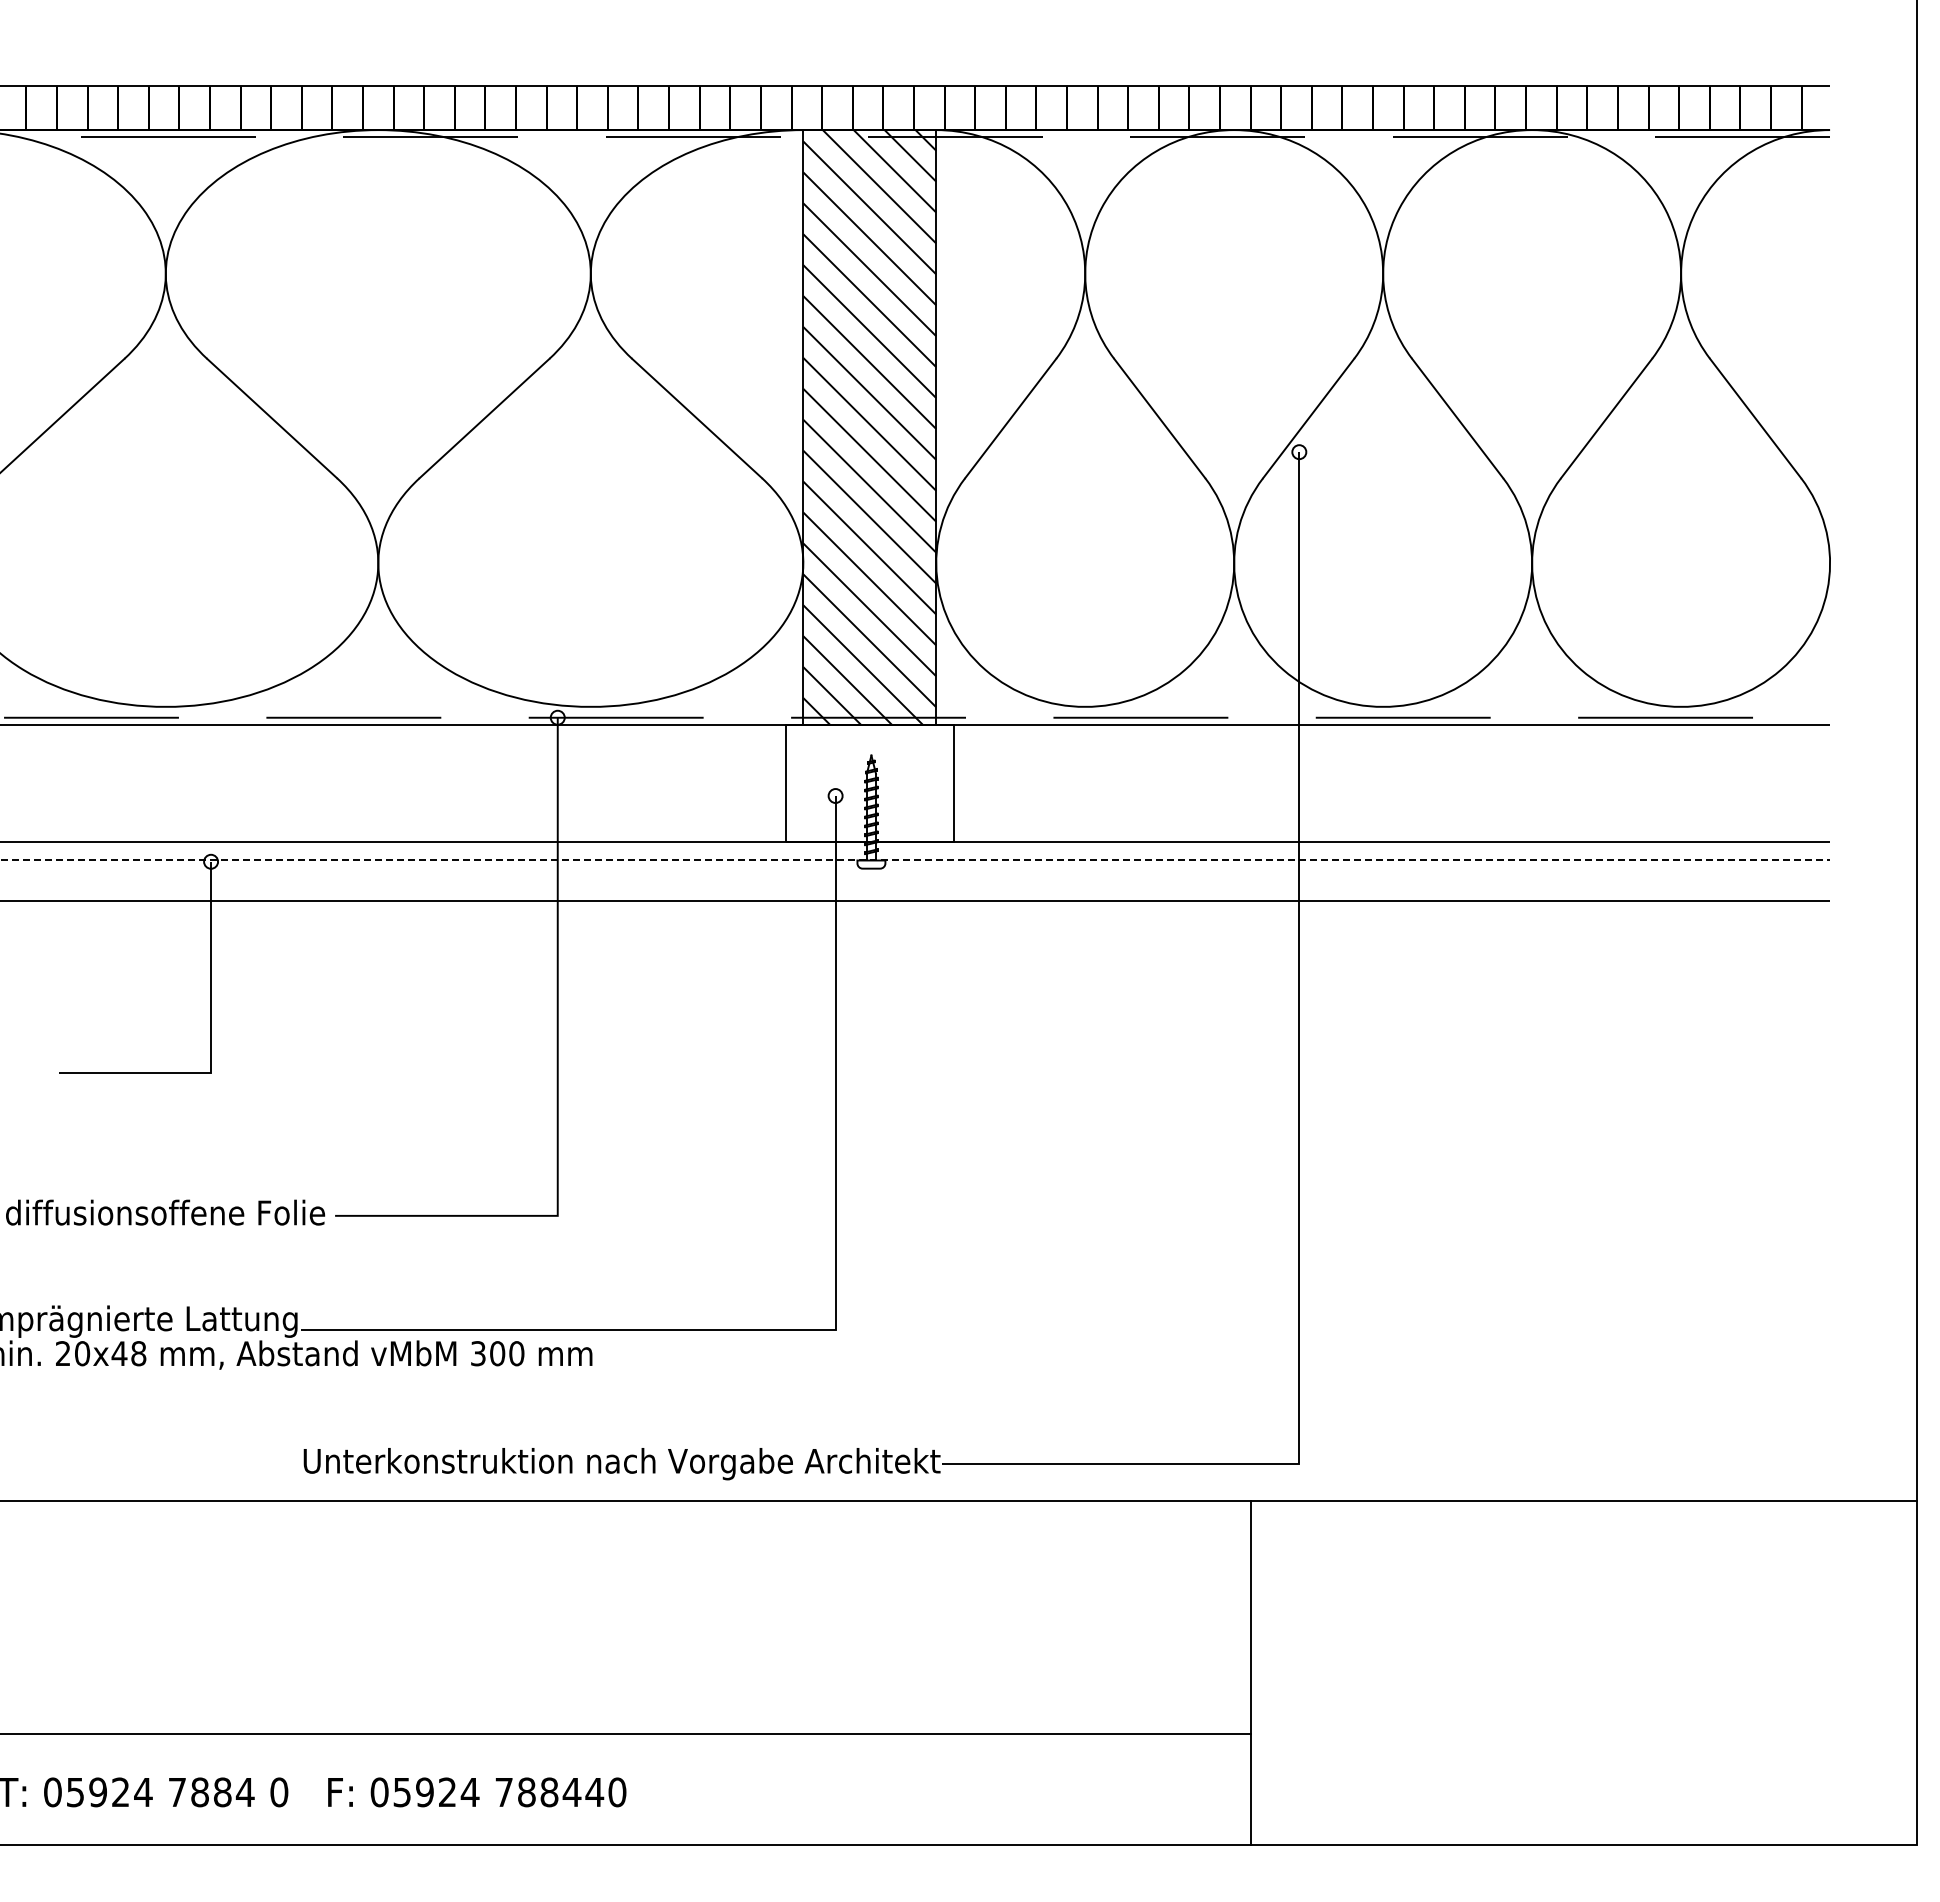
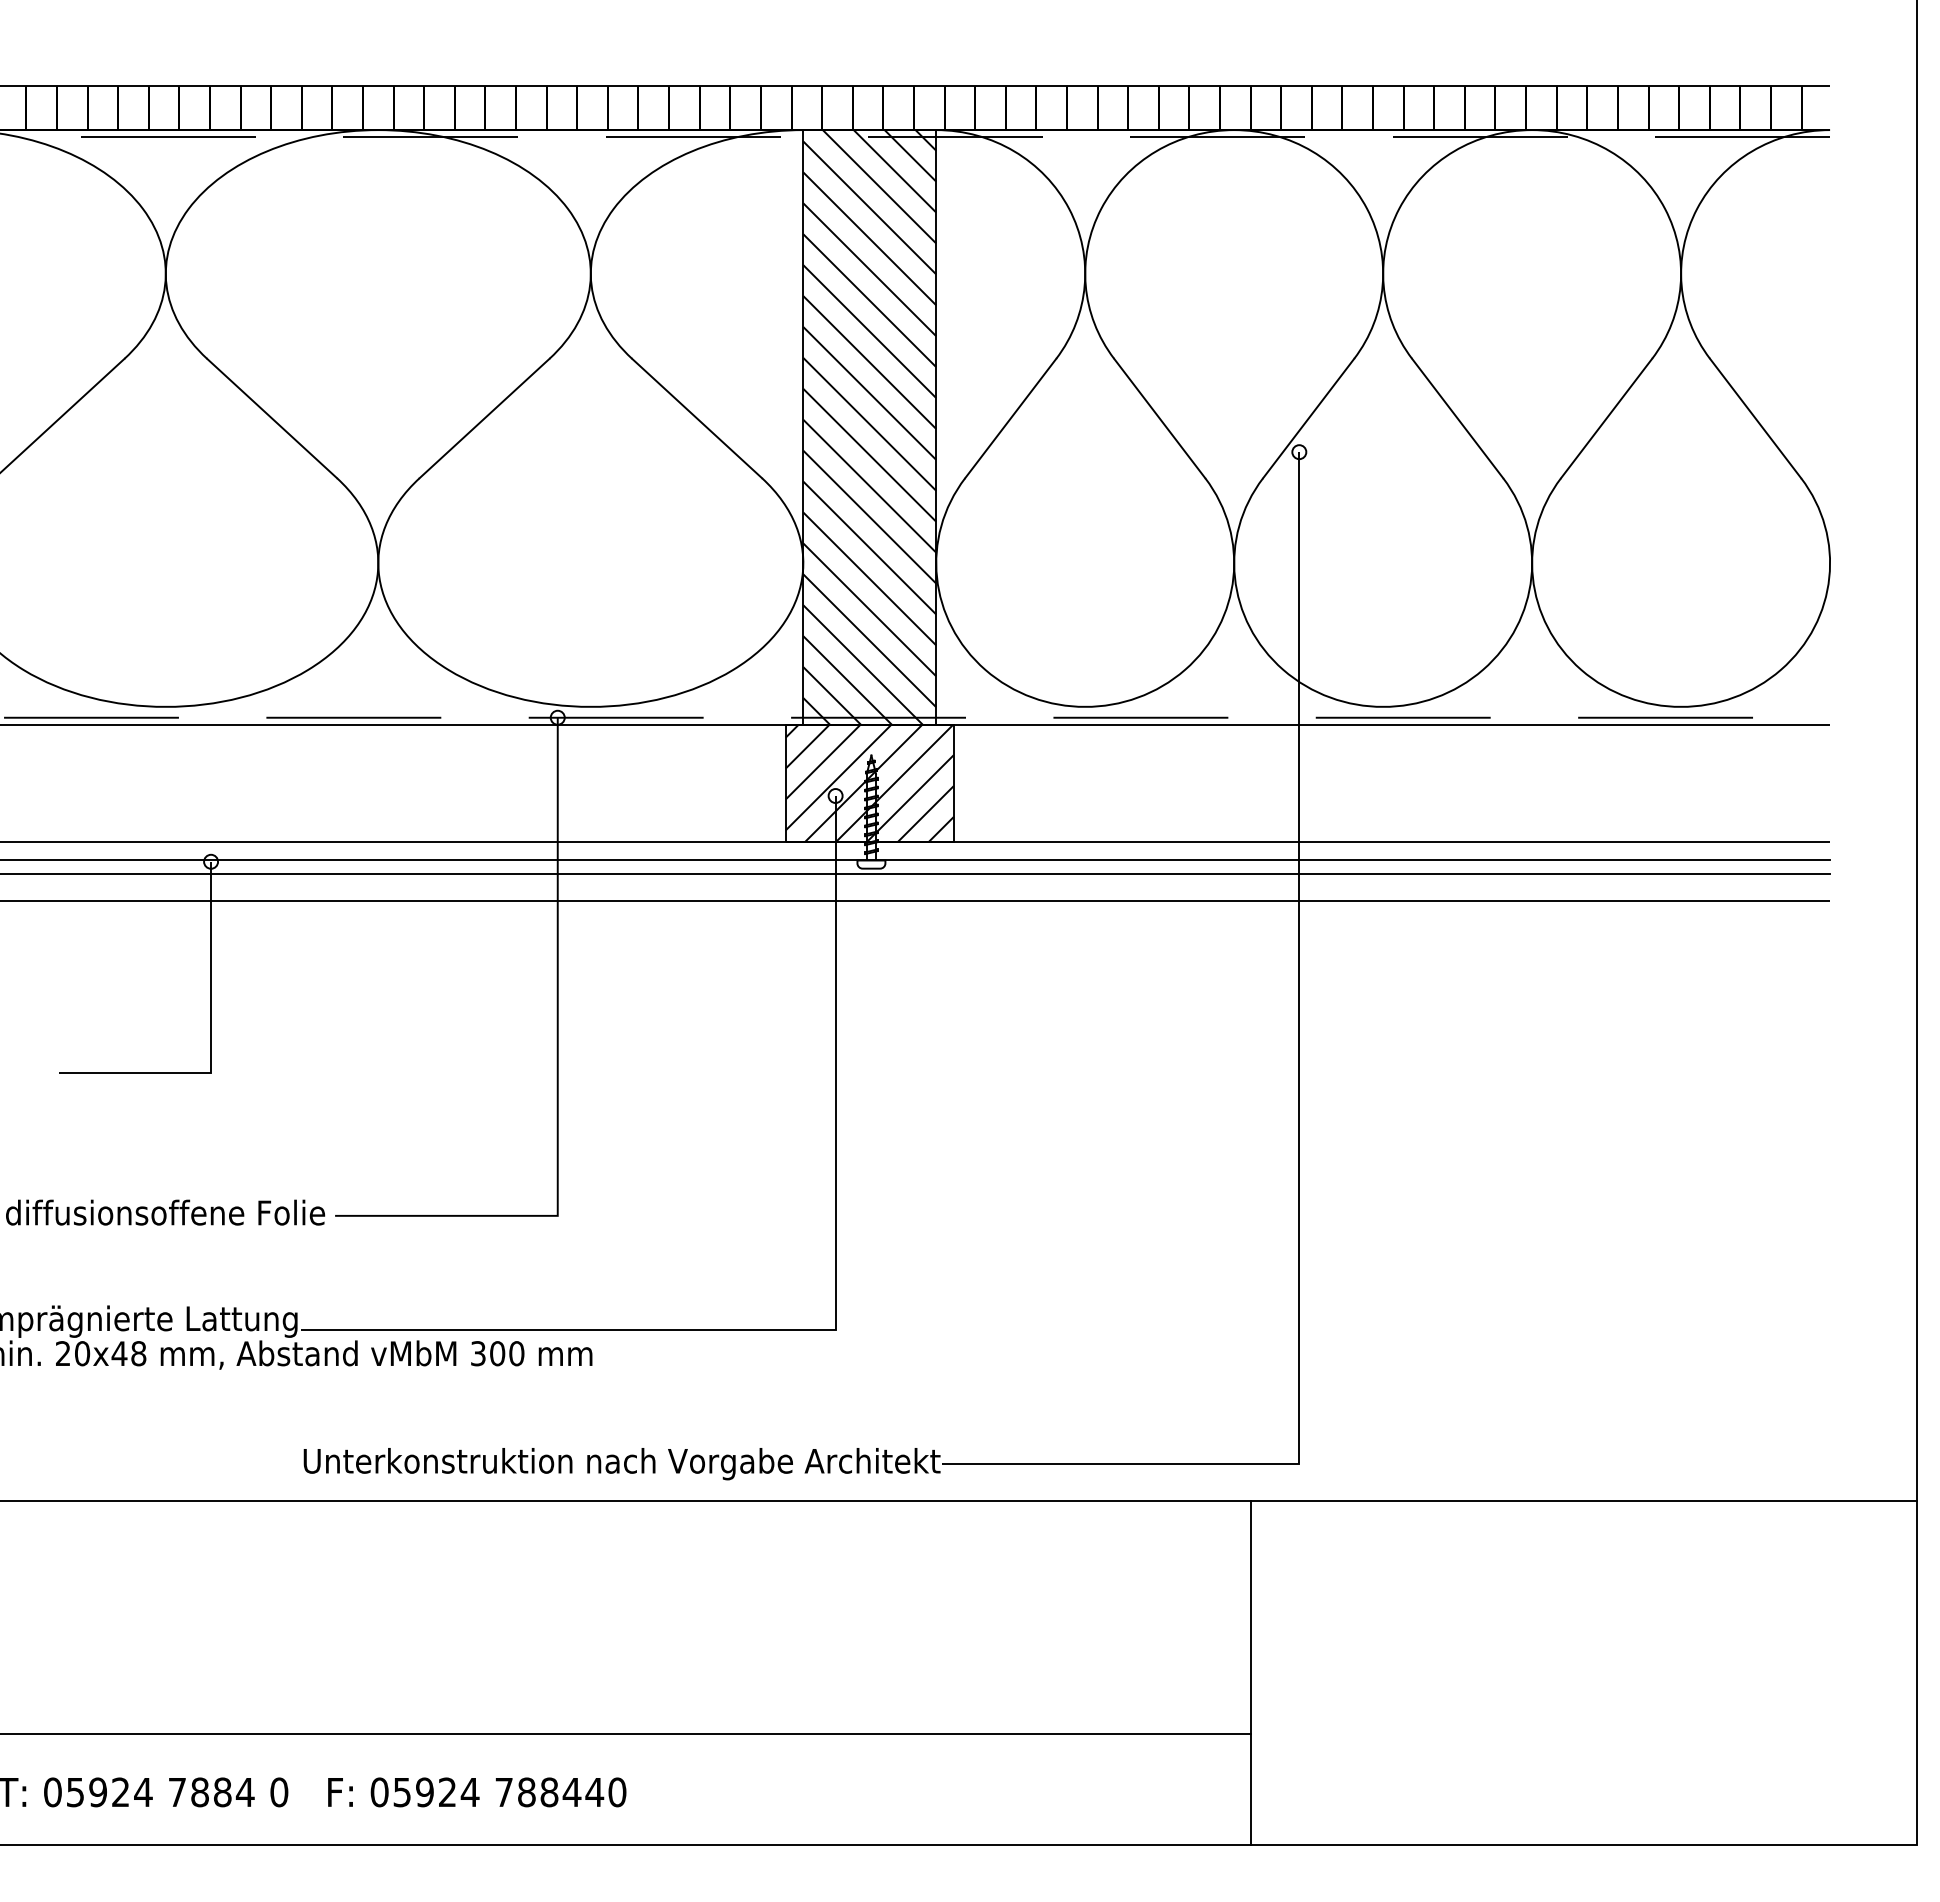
hatch at (869, 782): none -> present
line at (915, 860): dashed -> solid
line at (916, 874): none -> present
